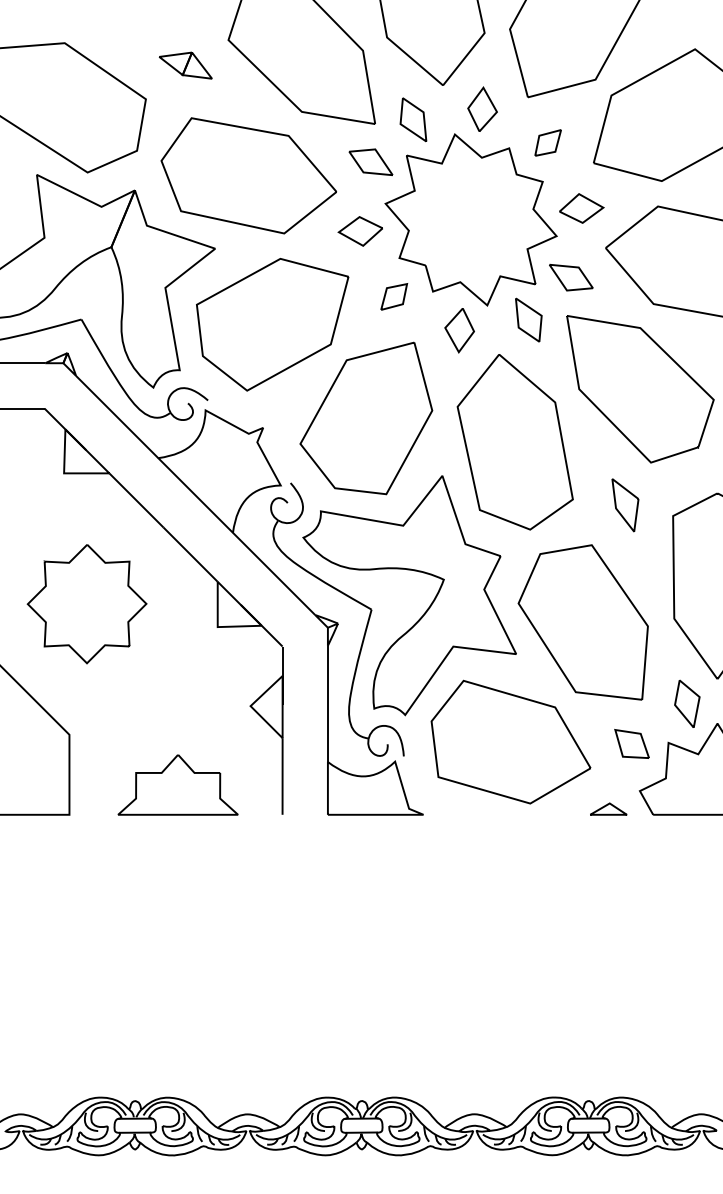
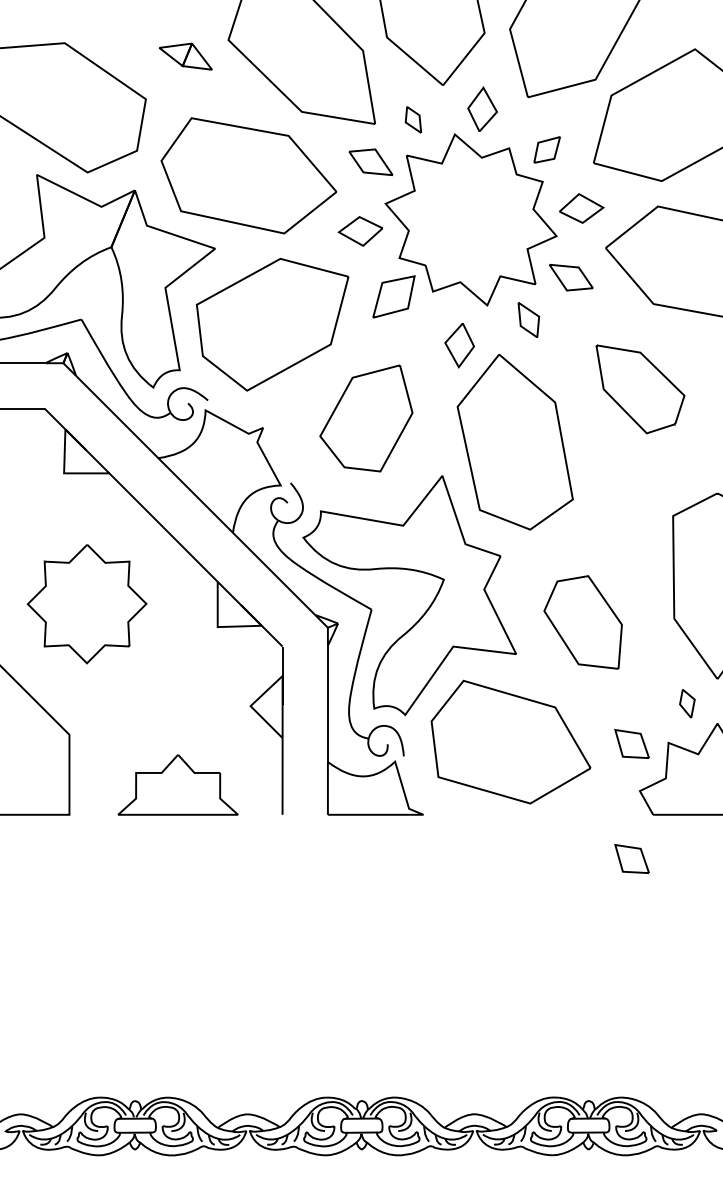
part at (185, 65) position: (185, 65) -> (185, 56)
part at (413, 119) size: 29x46 px -> 19x28 px
part at (547, 142) position: (547, 142) -> (546, 149)
part at (394, 296) size: 29x28 px -> 44x44 px
part at (528, 319) size: 28x46 px -> 24x36 px
part at (459, 330) position: (459, 330) -> (459, 345)
part at (640, 389) size: 149x149 px -> 91x91 px
part at (366, 418) size: 135x155 px -> 95x109 px
part at (625, 505): present -> none
part at (582, 622) size: 132x157 px -> 80x95 px
part at (687, 703) size: 27x49 px -> 17x30 px
part at (608, 808): present -> none
part at (631, 858): none -> present
